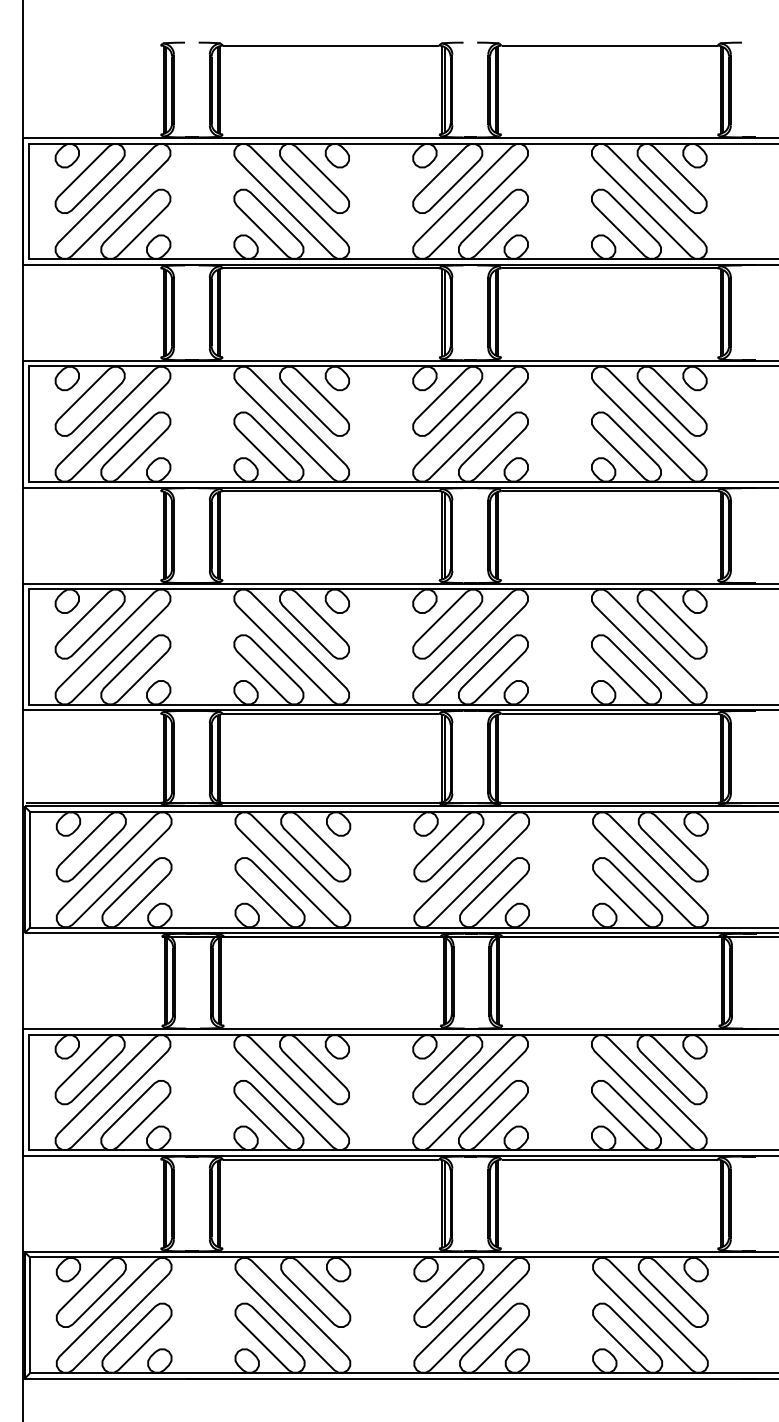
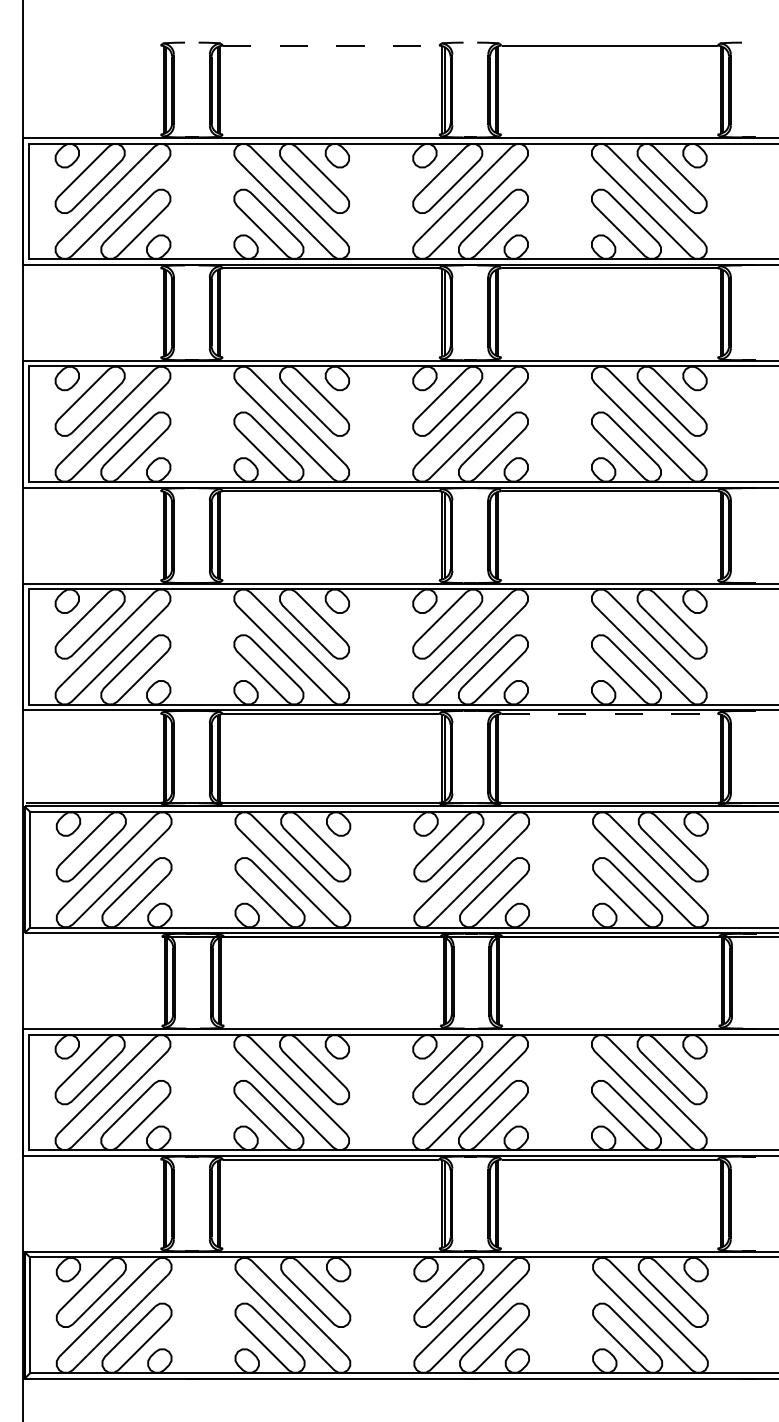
line at (331, 45): solid -> dashed
line at (610, 714): solid -> dashed
